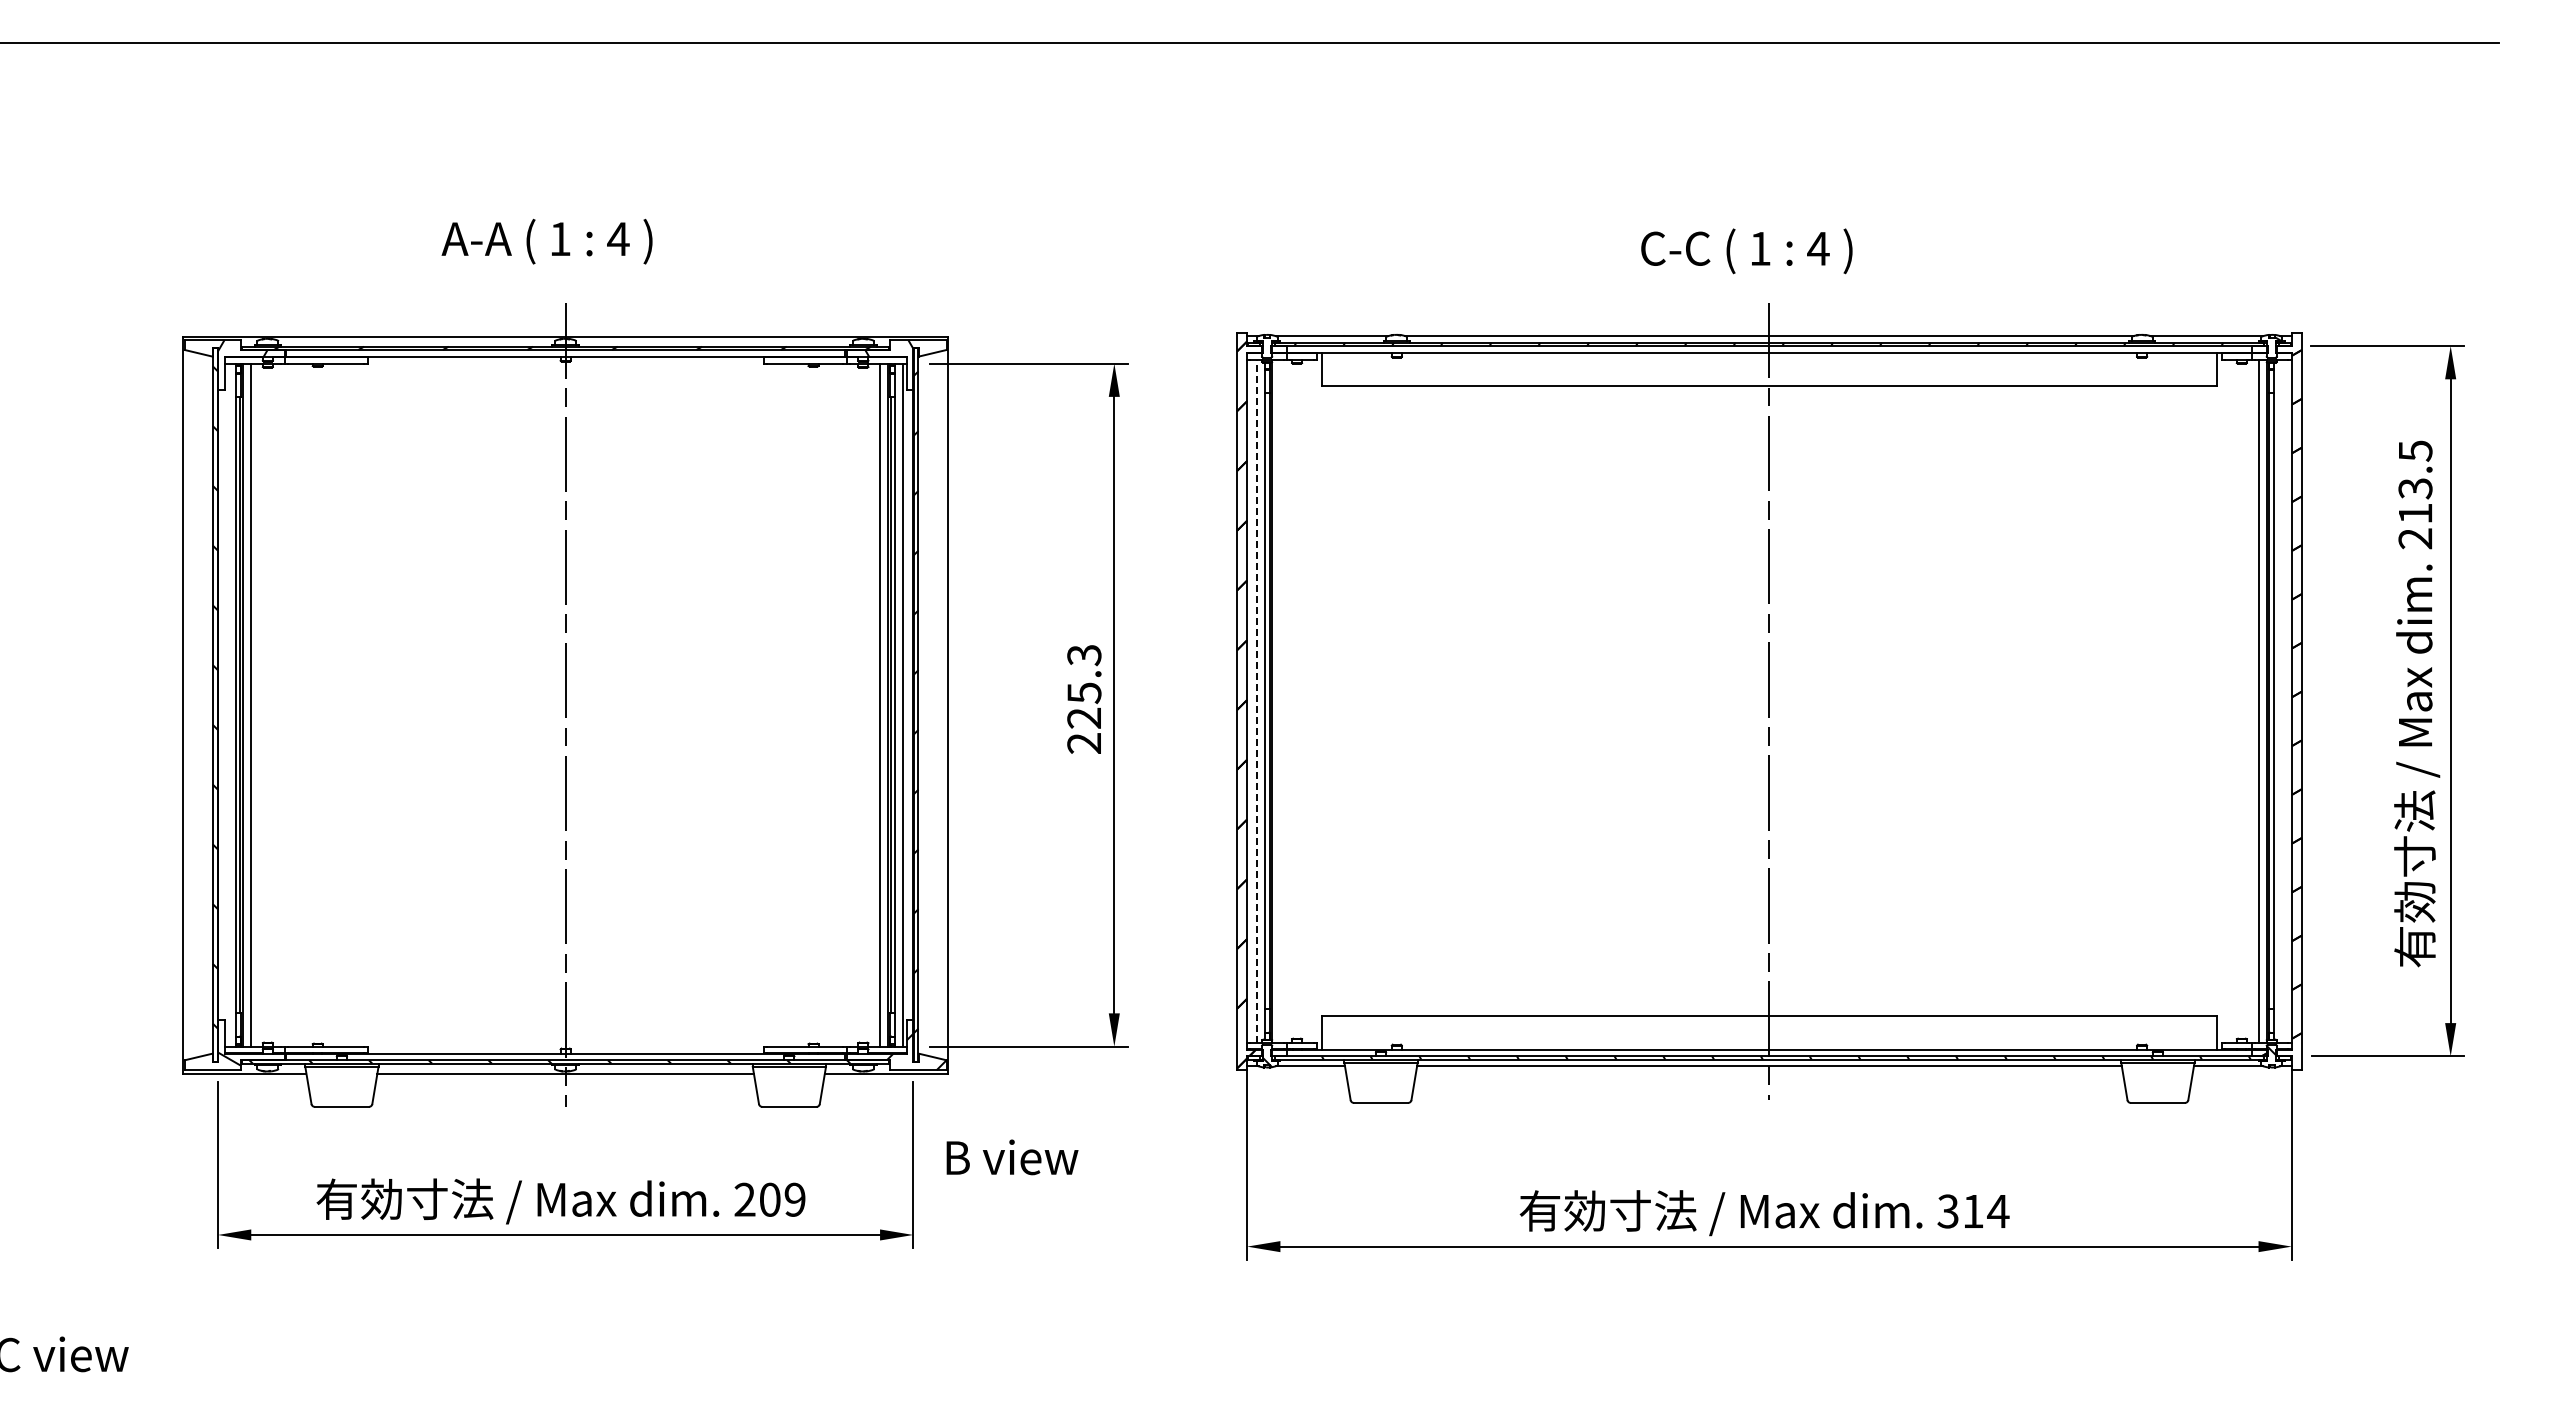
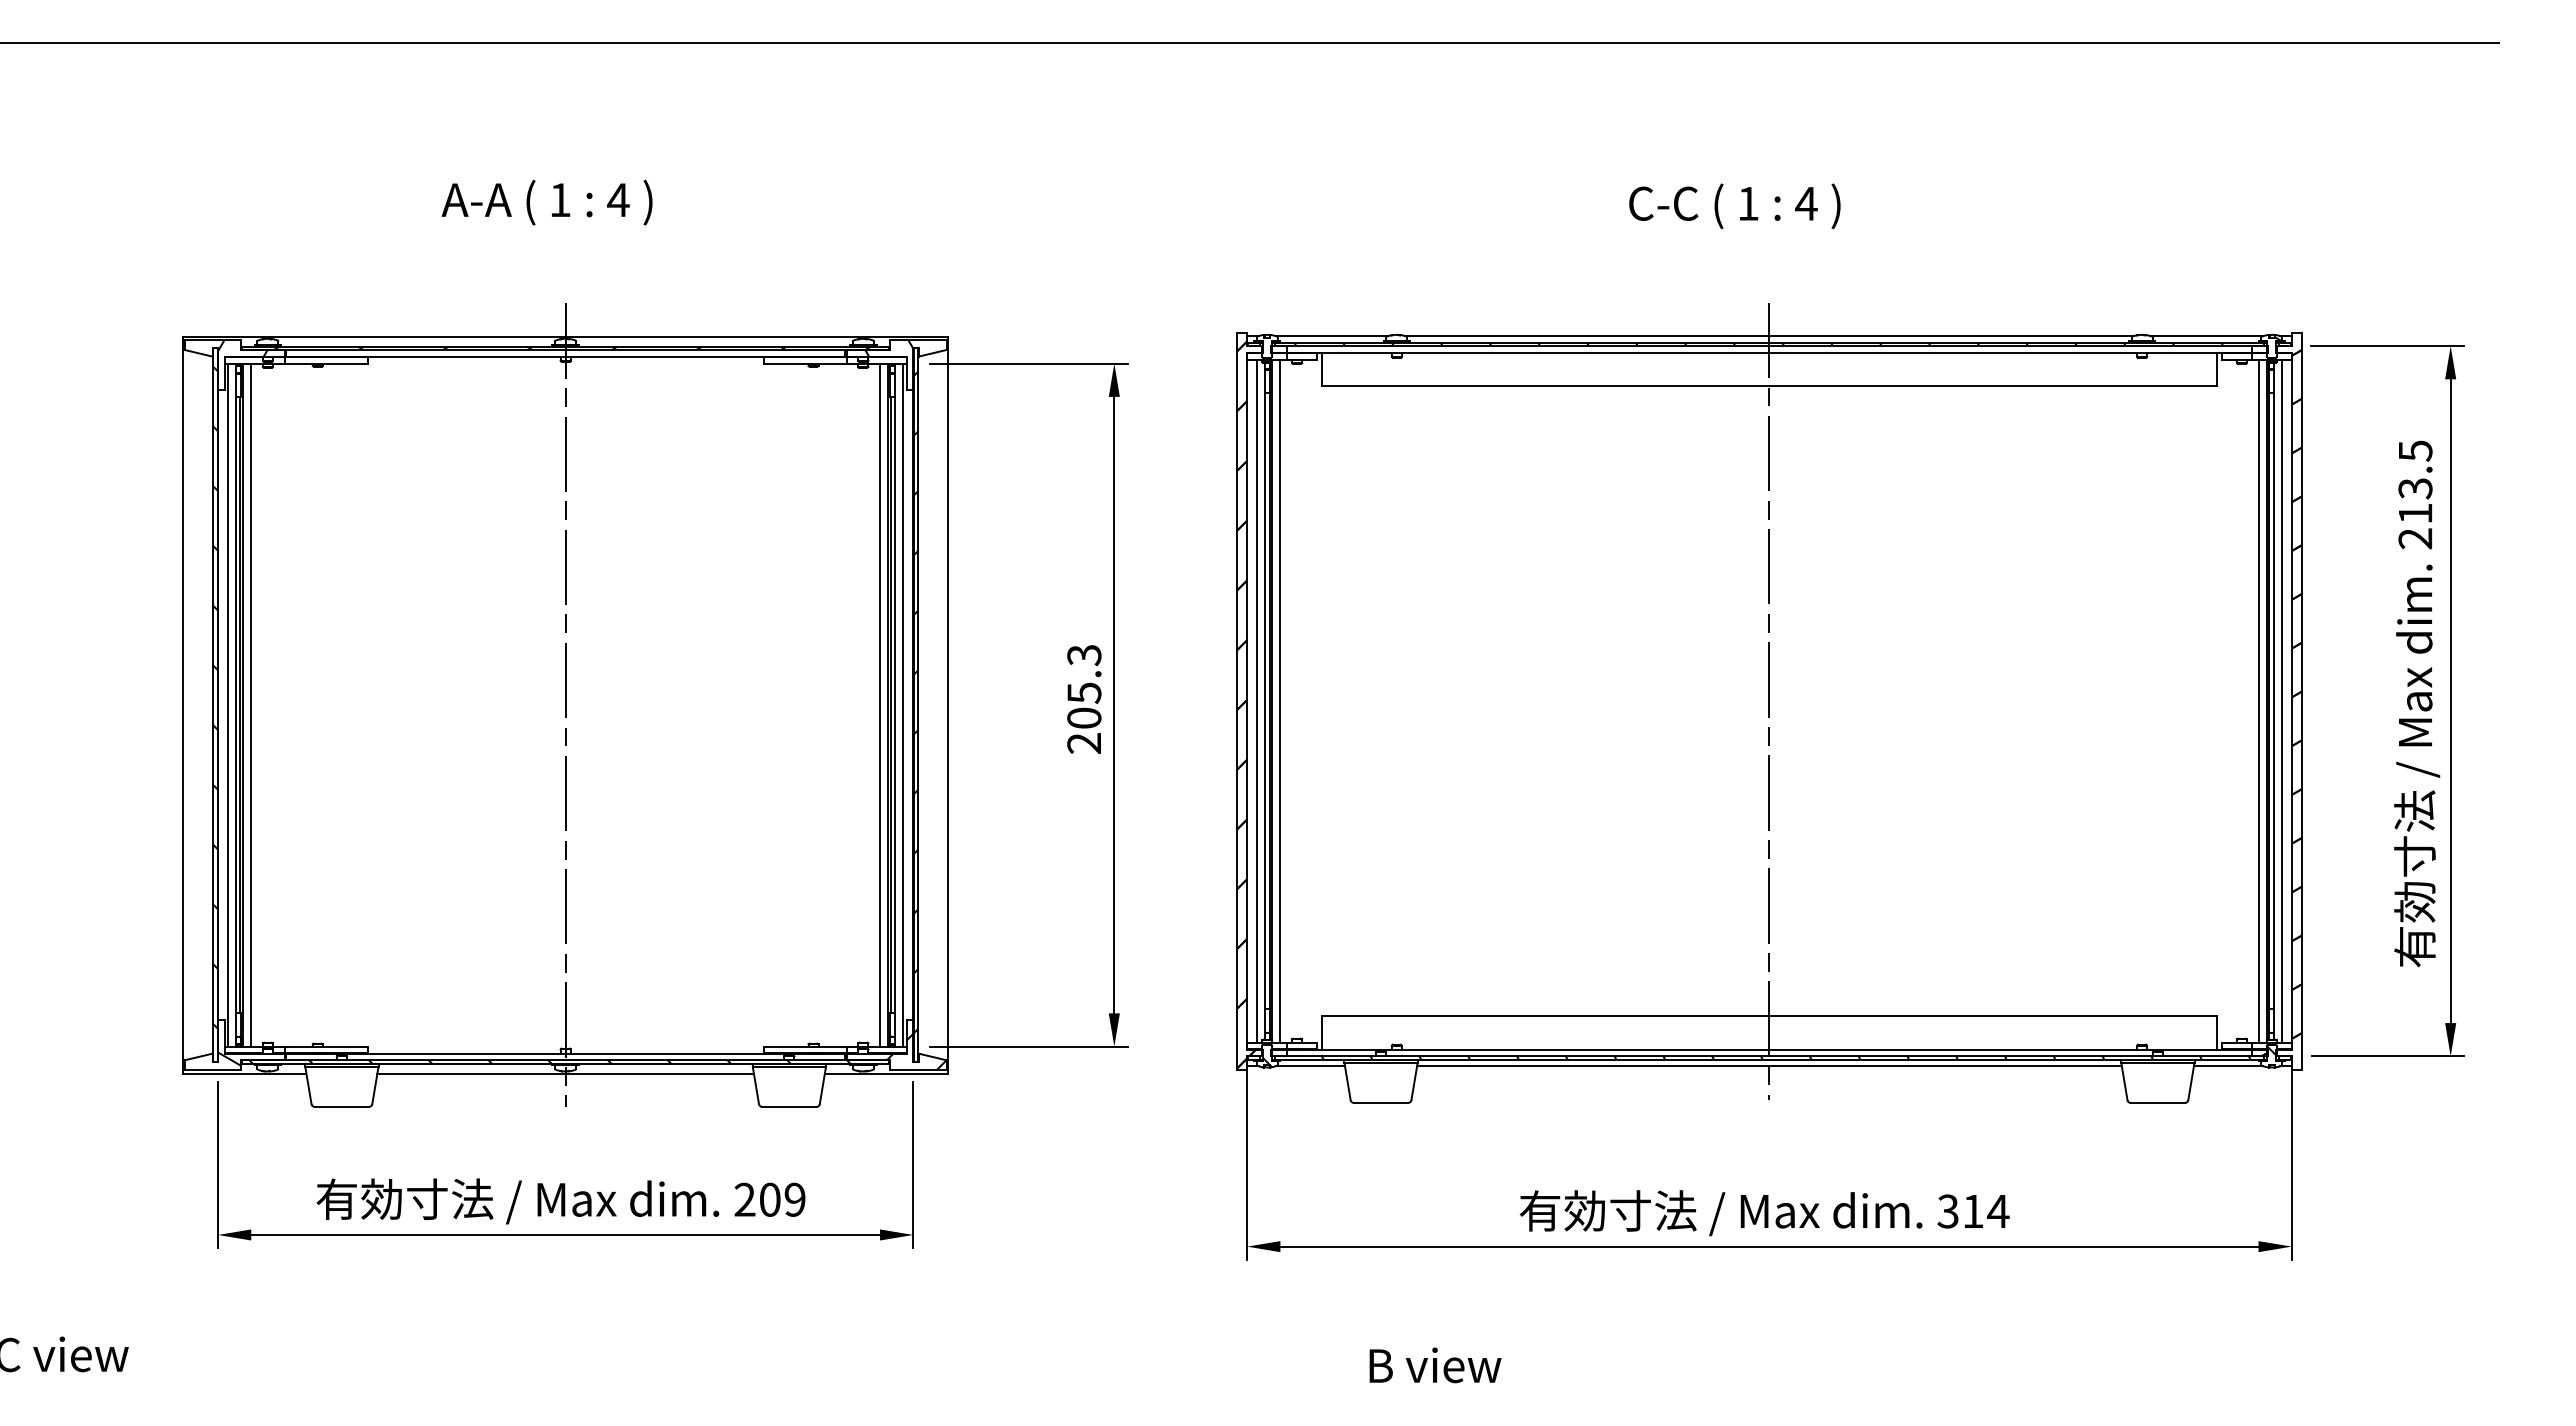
text at (546, 241) position: (546, 241) -> (546, 202)
text at (1746, 251) position: (1746, 251) -> (1734, 206)
line at (1280, 700): none -> present
line at (2281, 700): none -> present
line at (1257, 701): dashed -> solid
line at (227, 704): none -> present
text at (1084, 717): 225.3 -> 205.3
text at (1012, 1157) position: (1012, 1157) -> (1435, 1365)
